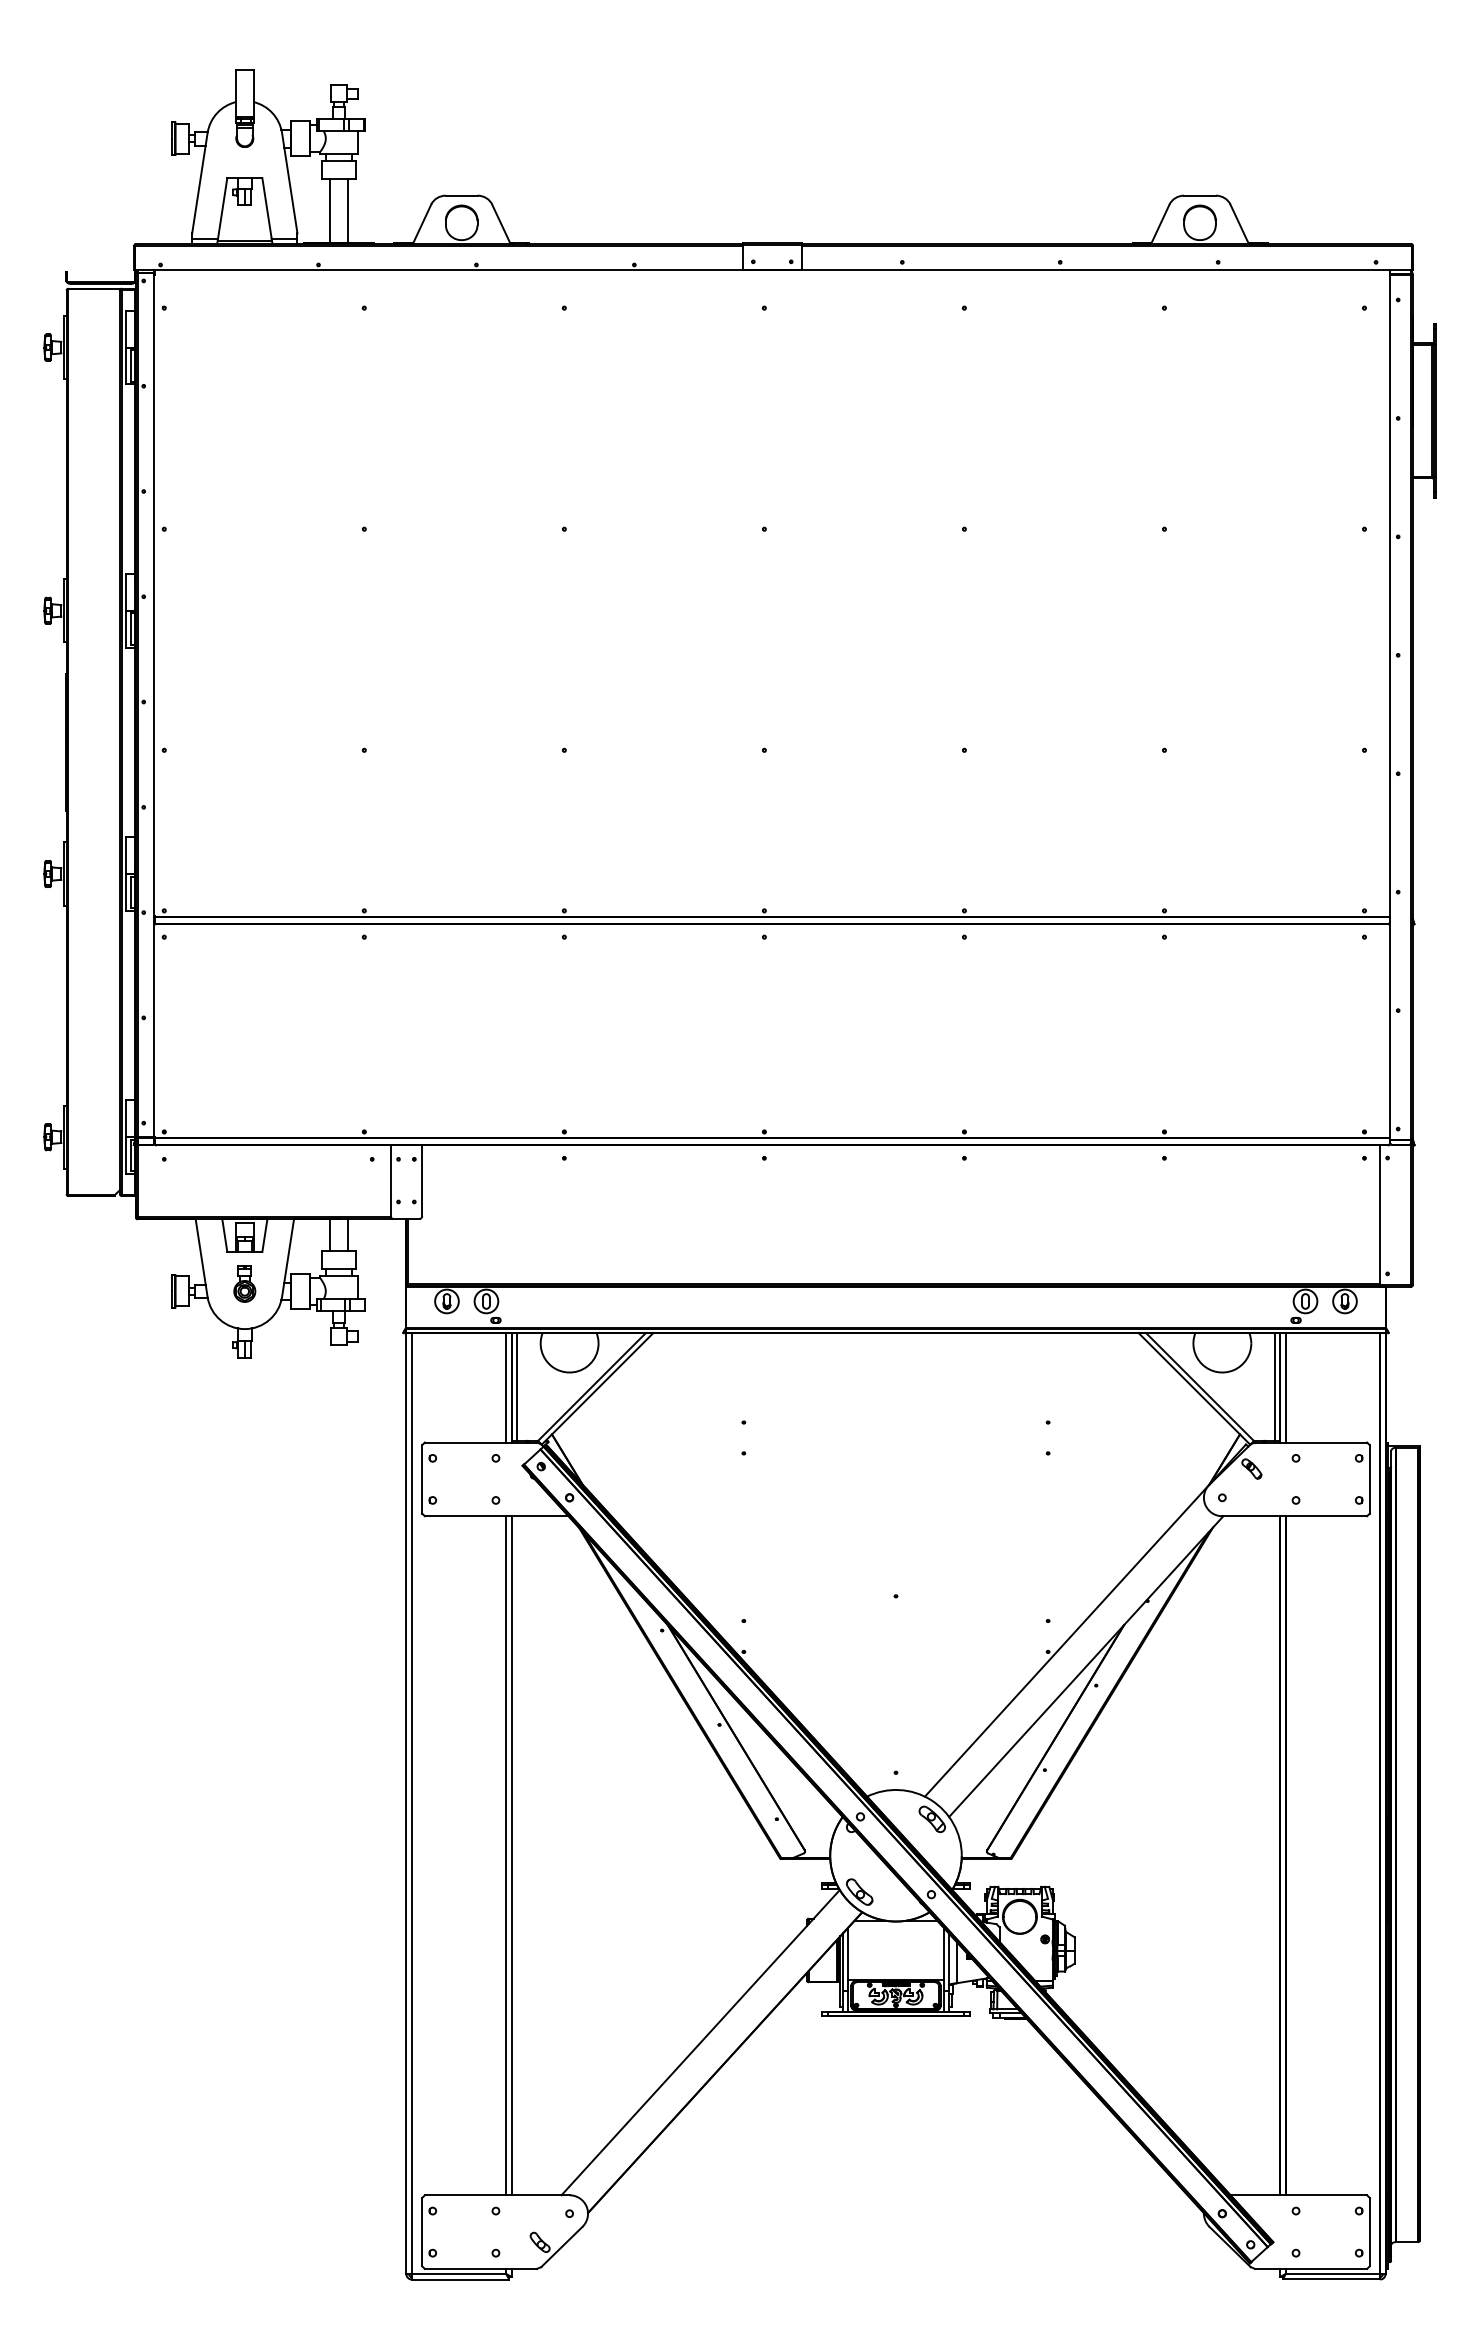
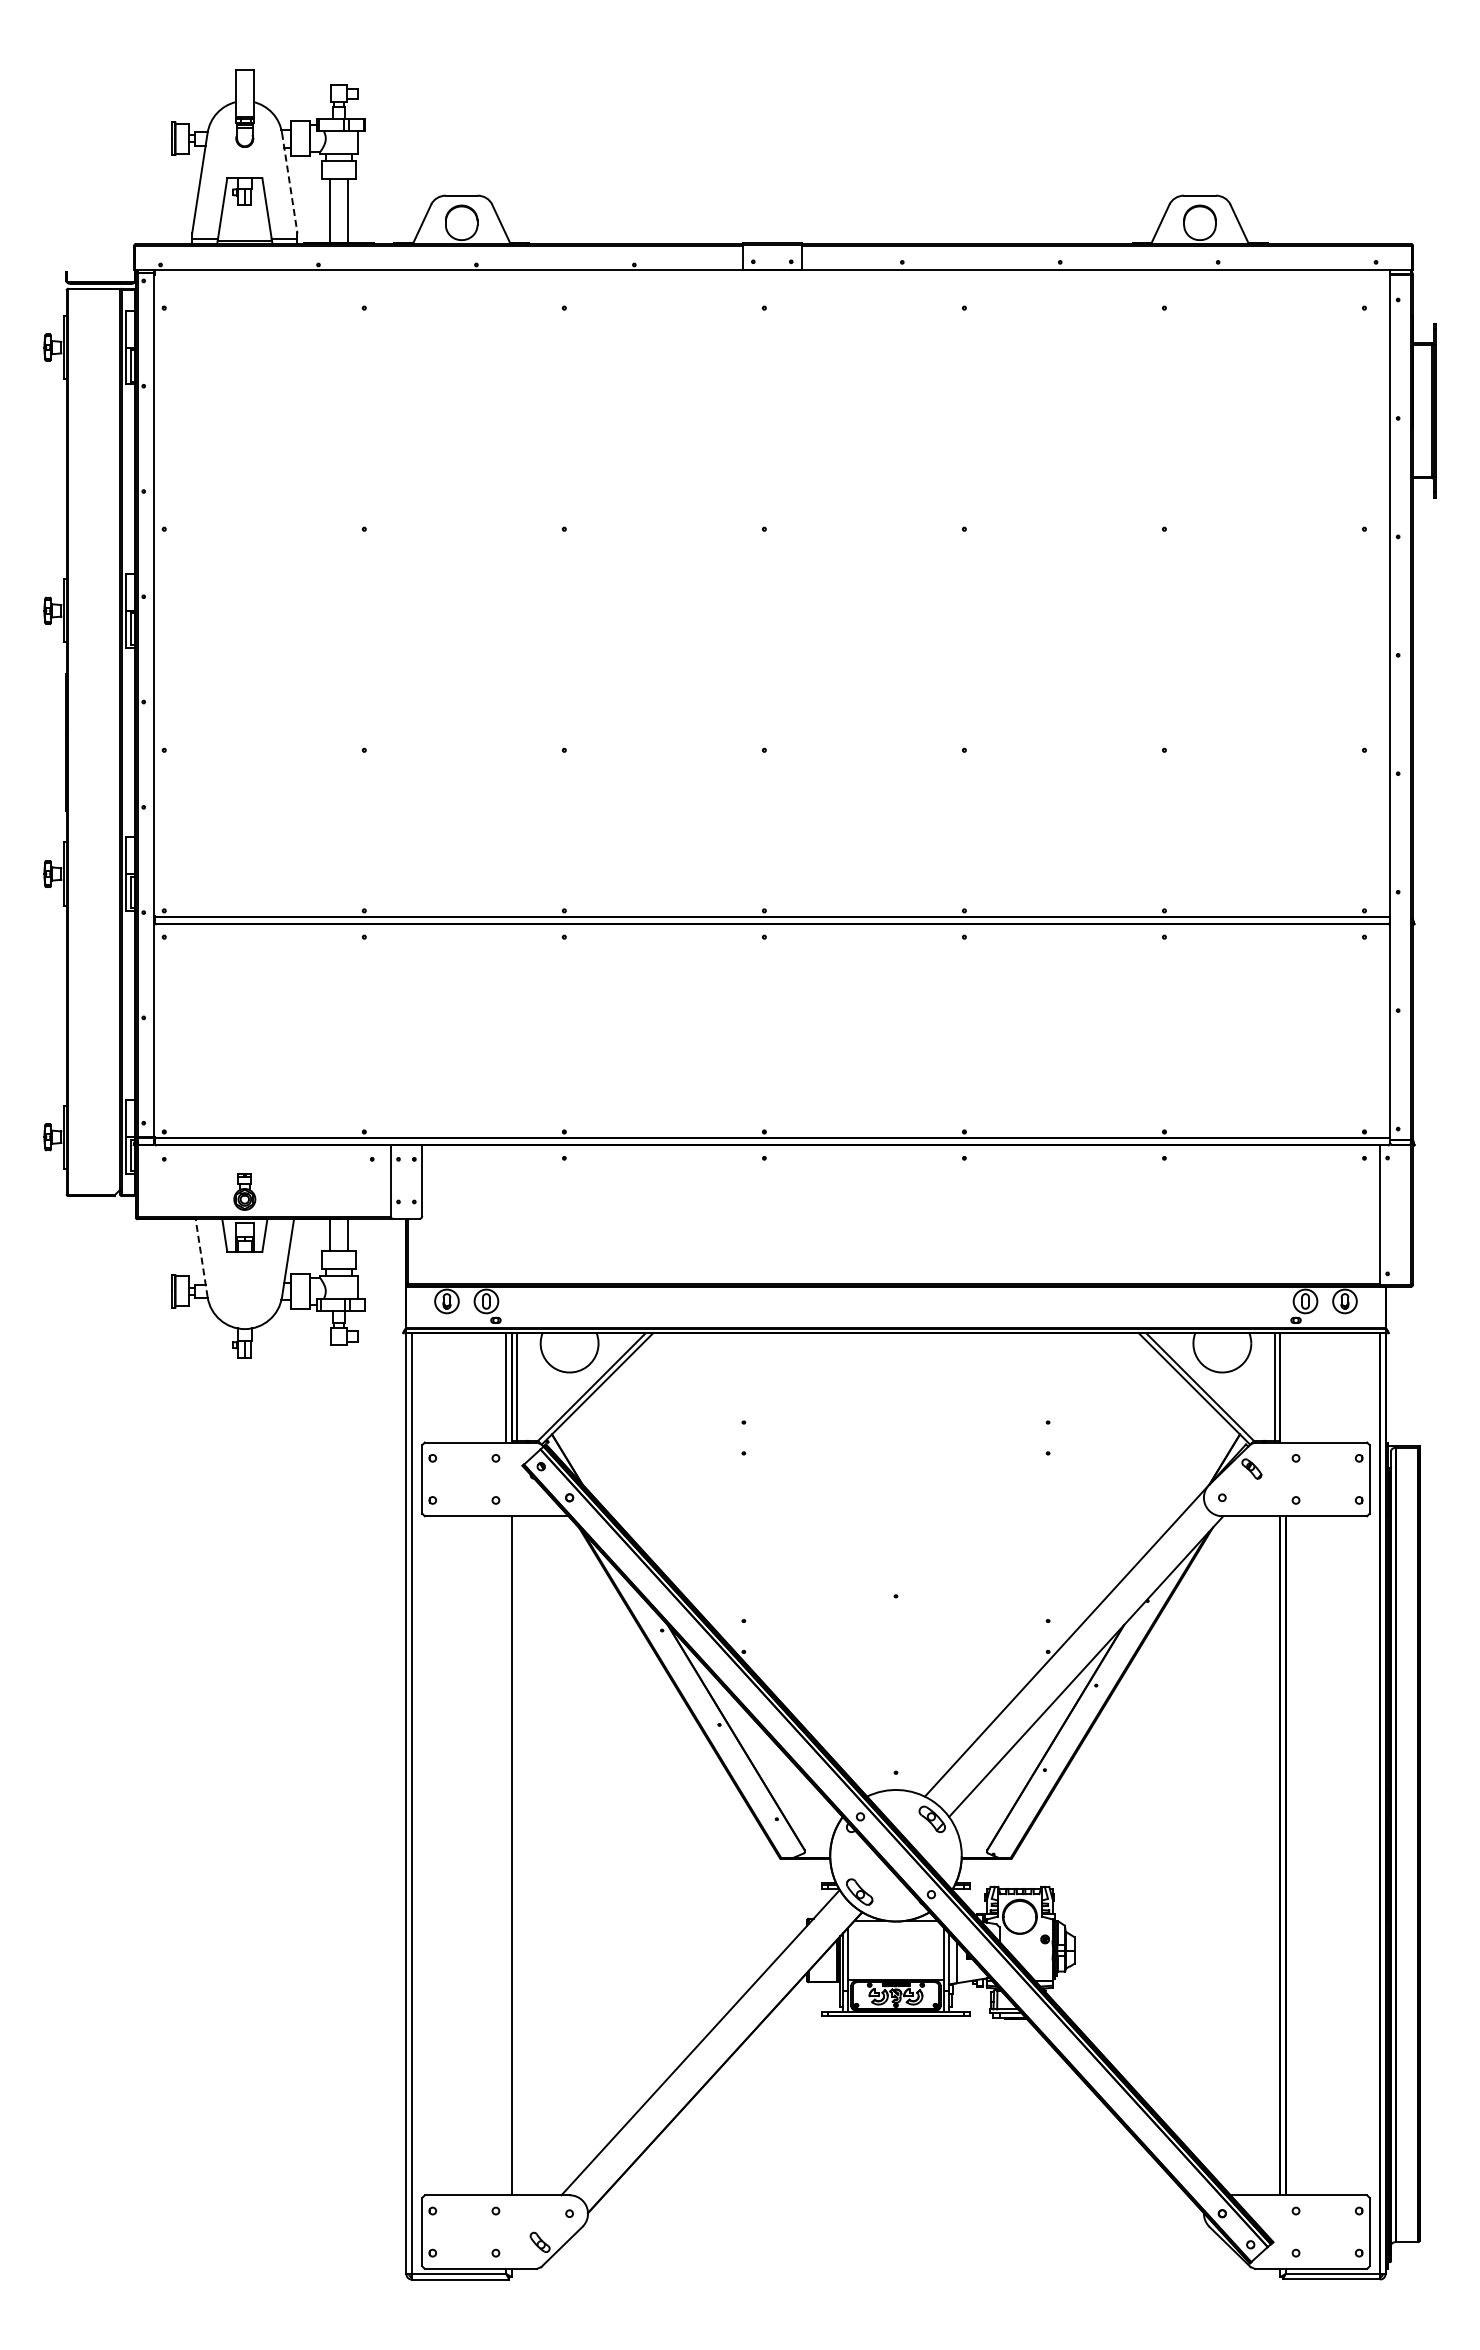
line at (289, 183): solid -> dashed
line at (201, 1257): solid -> dashed
part at (244, 1283) position: (244, 1283) -> (244, 1191)
line at (1285, 1387): present -> none
line at (506, 1855): present -> none
